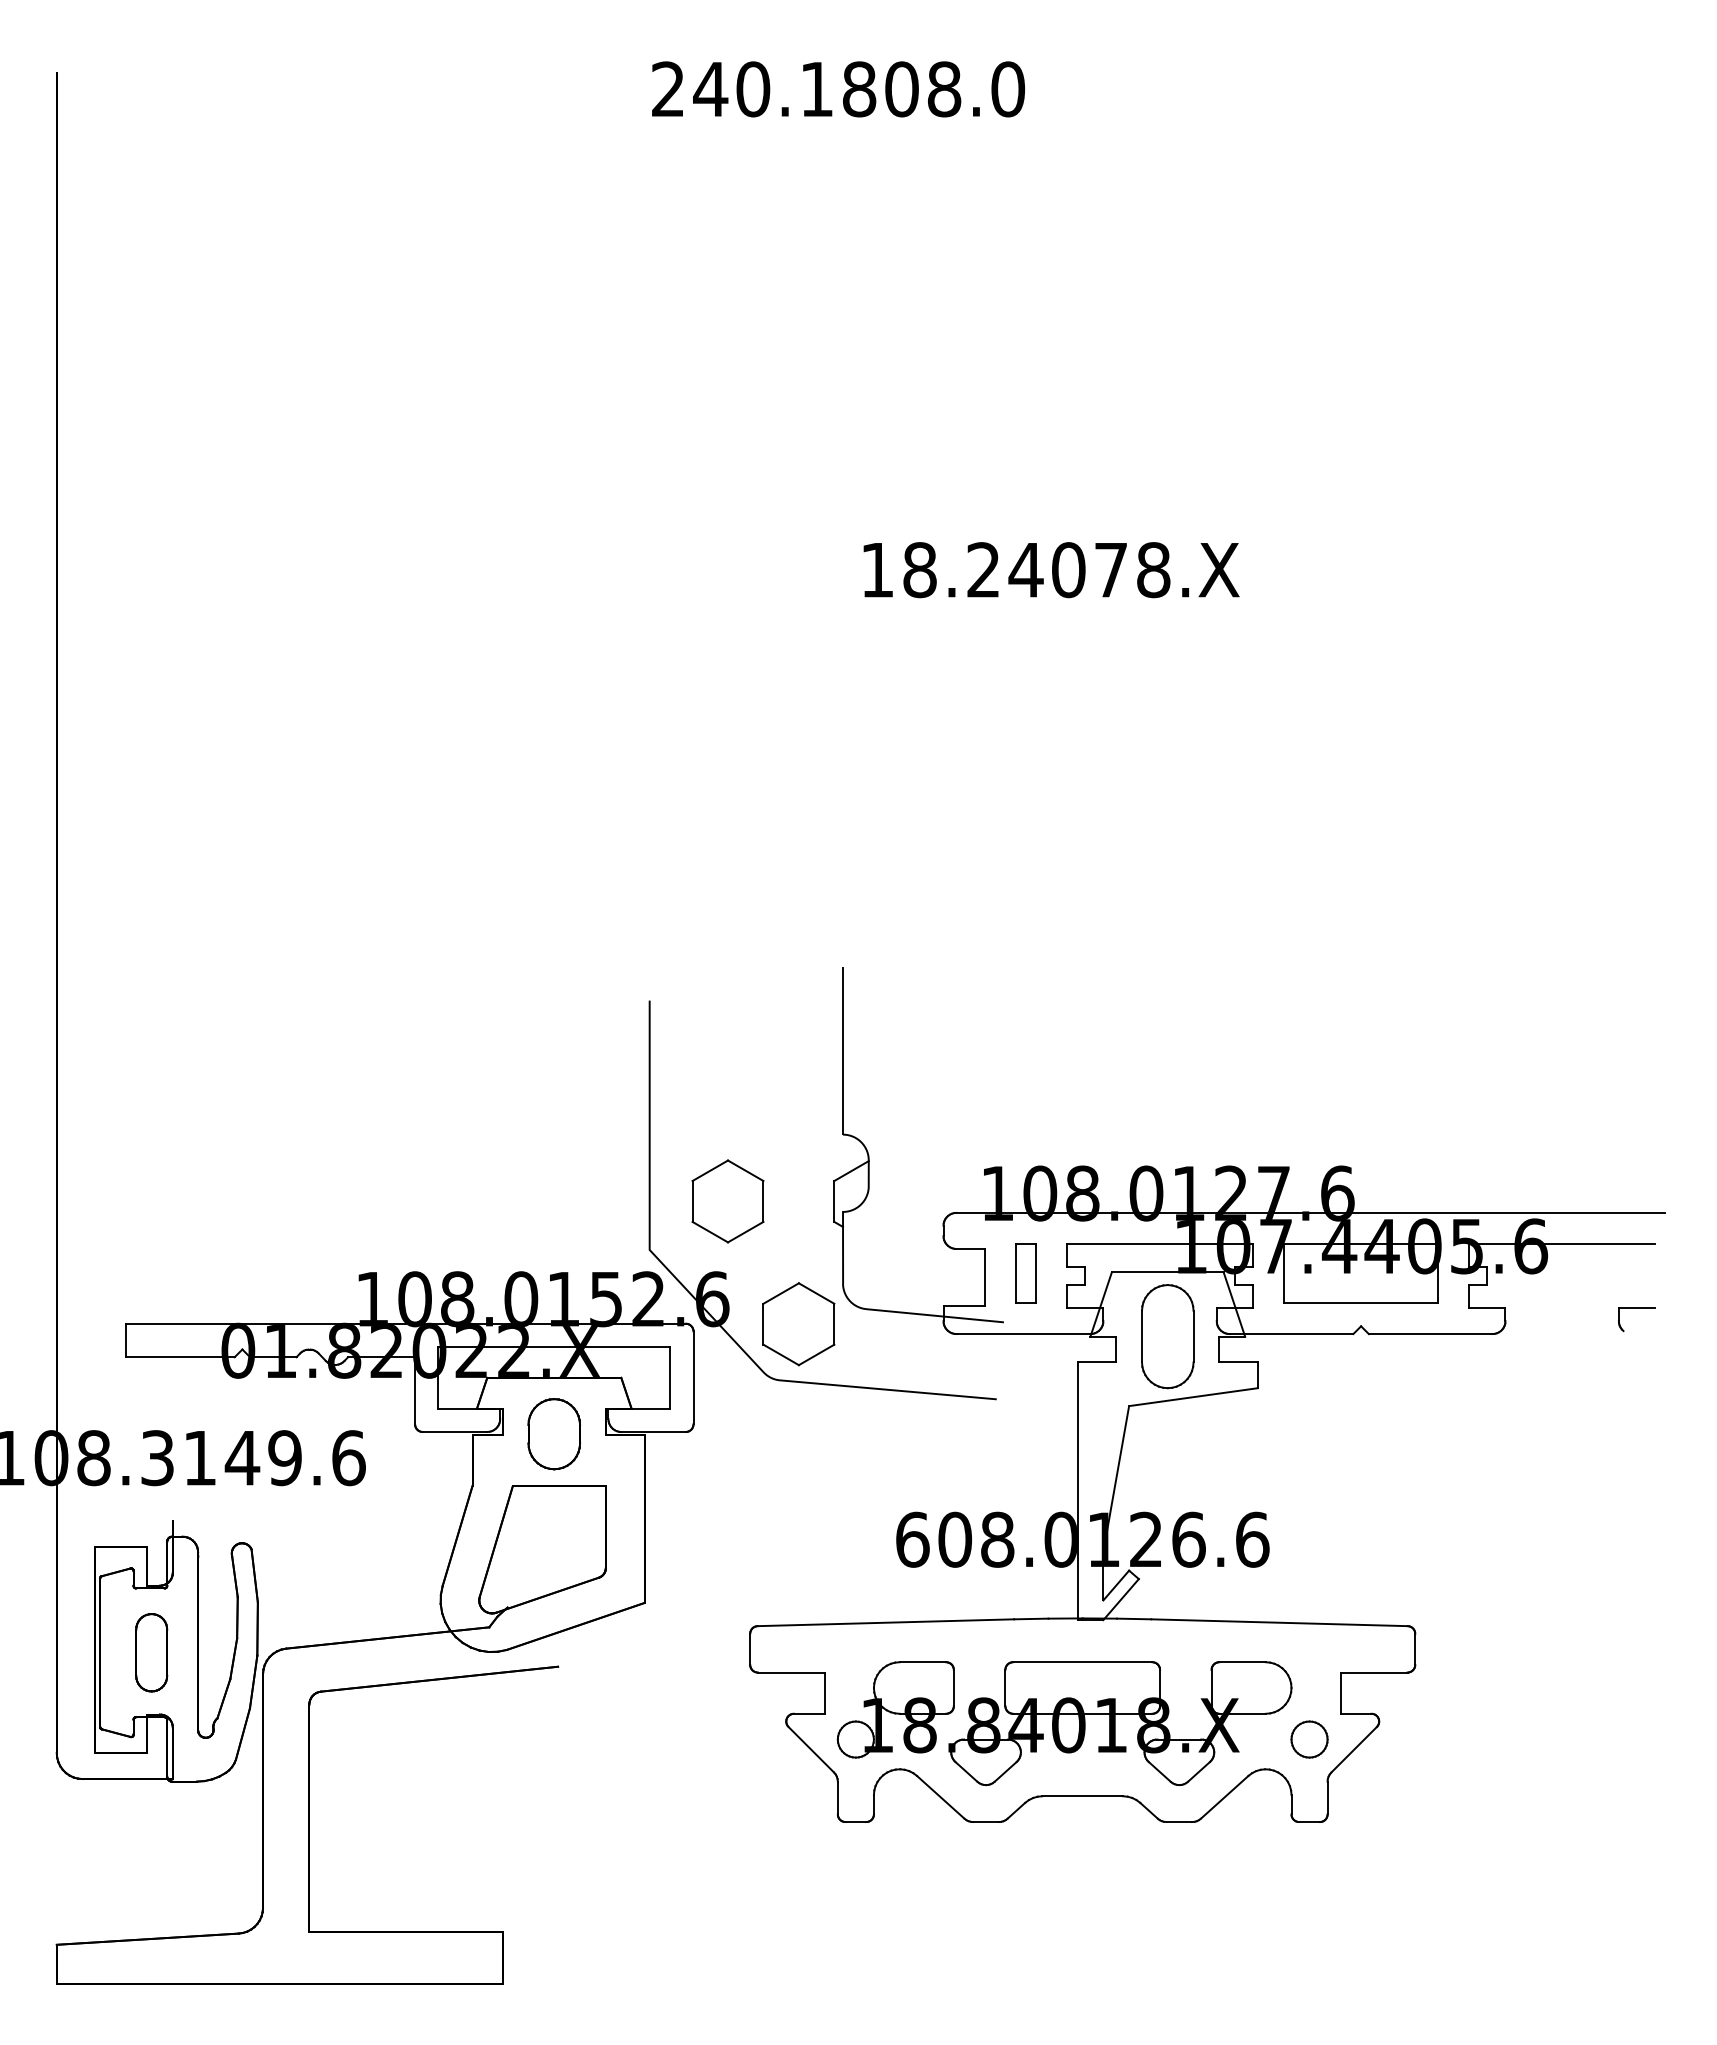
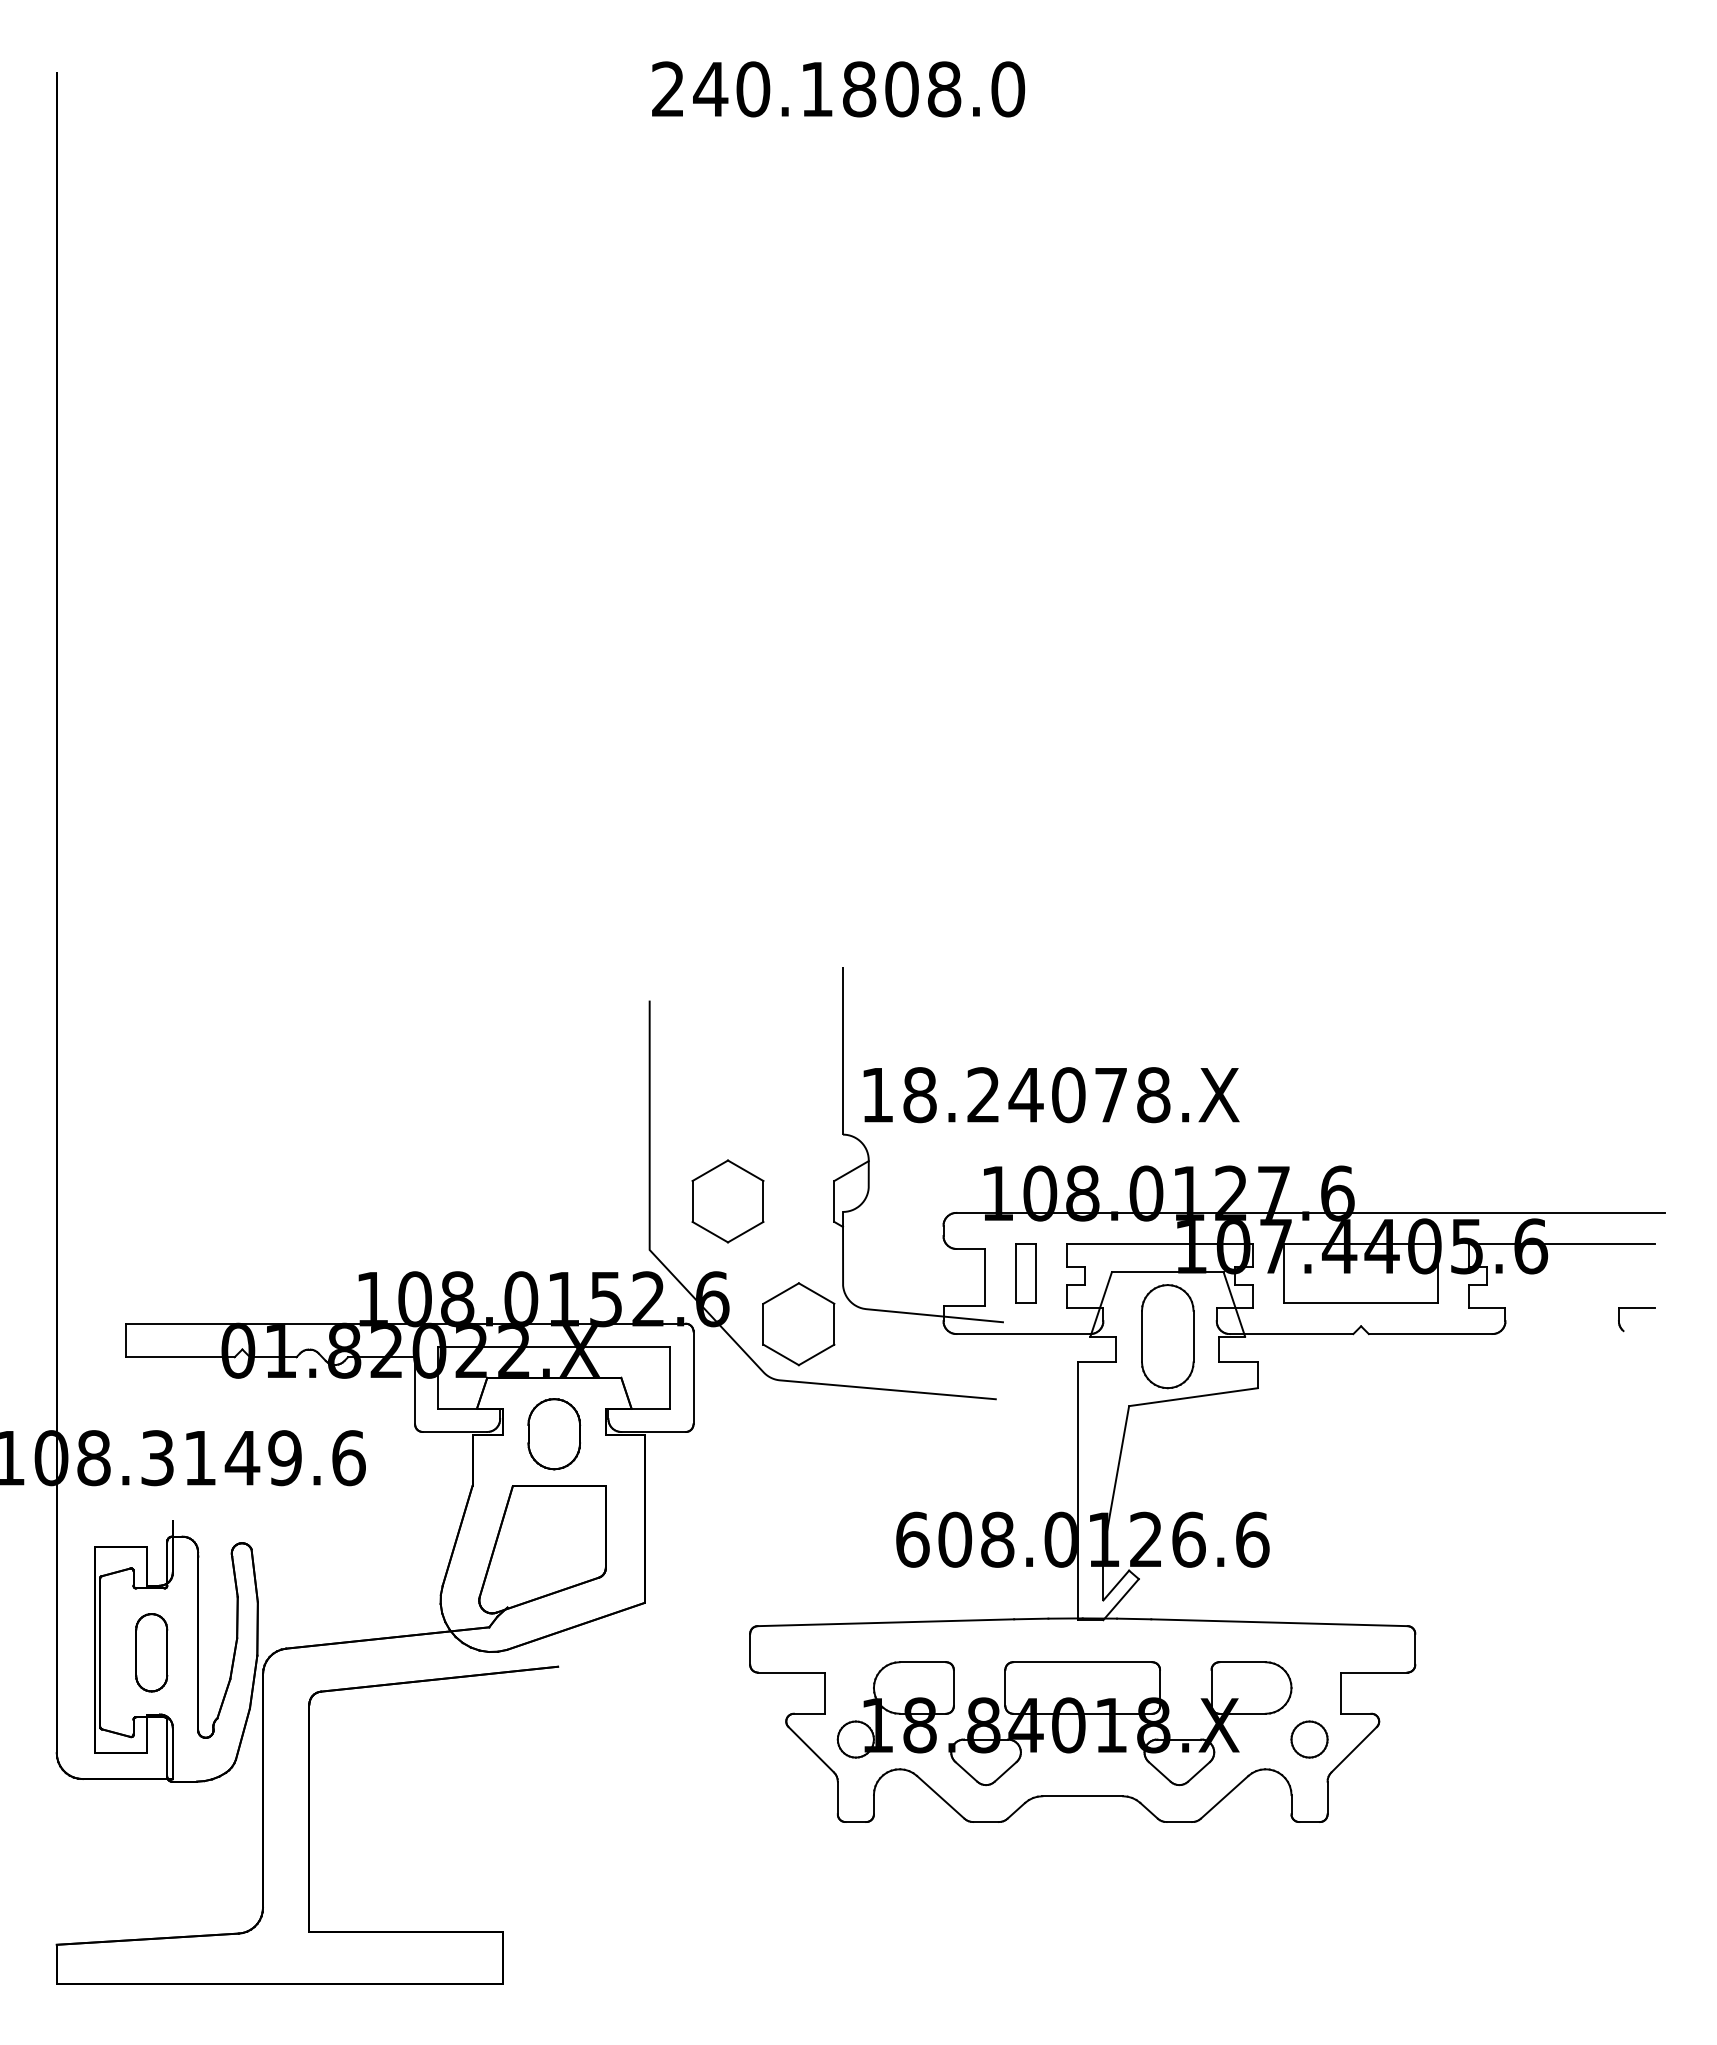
text at (1051, 570) position: (1051, 570) -> (1051, 1095)
